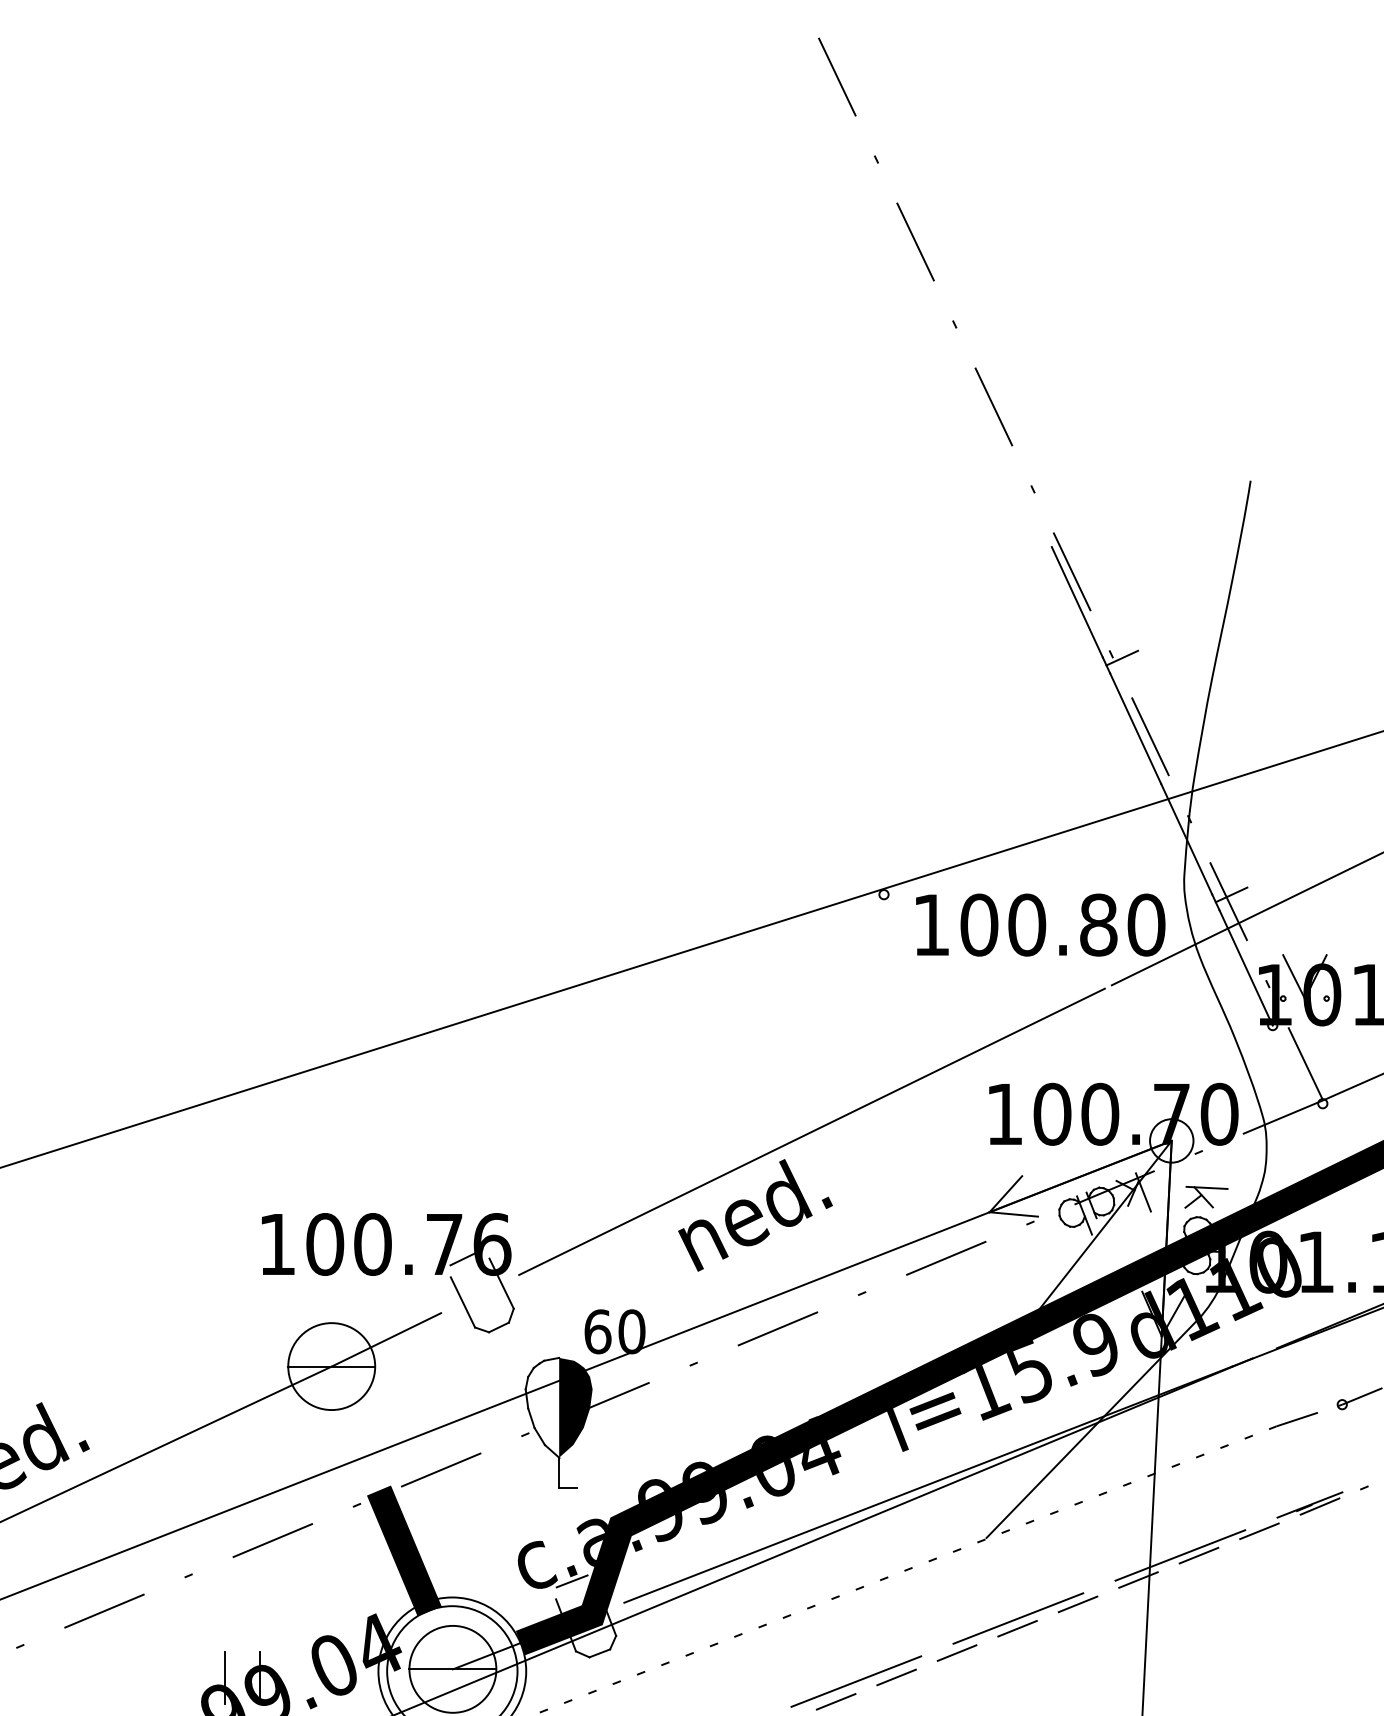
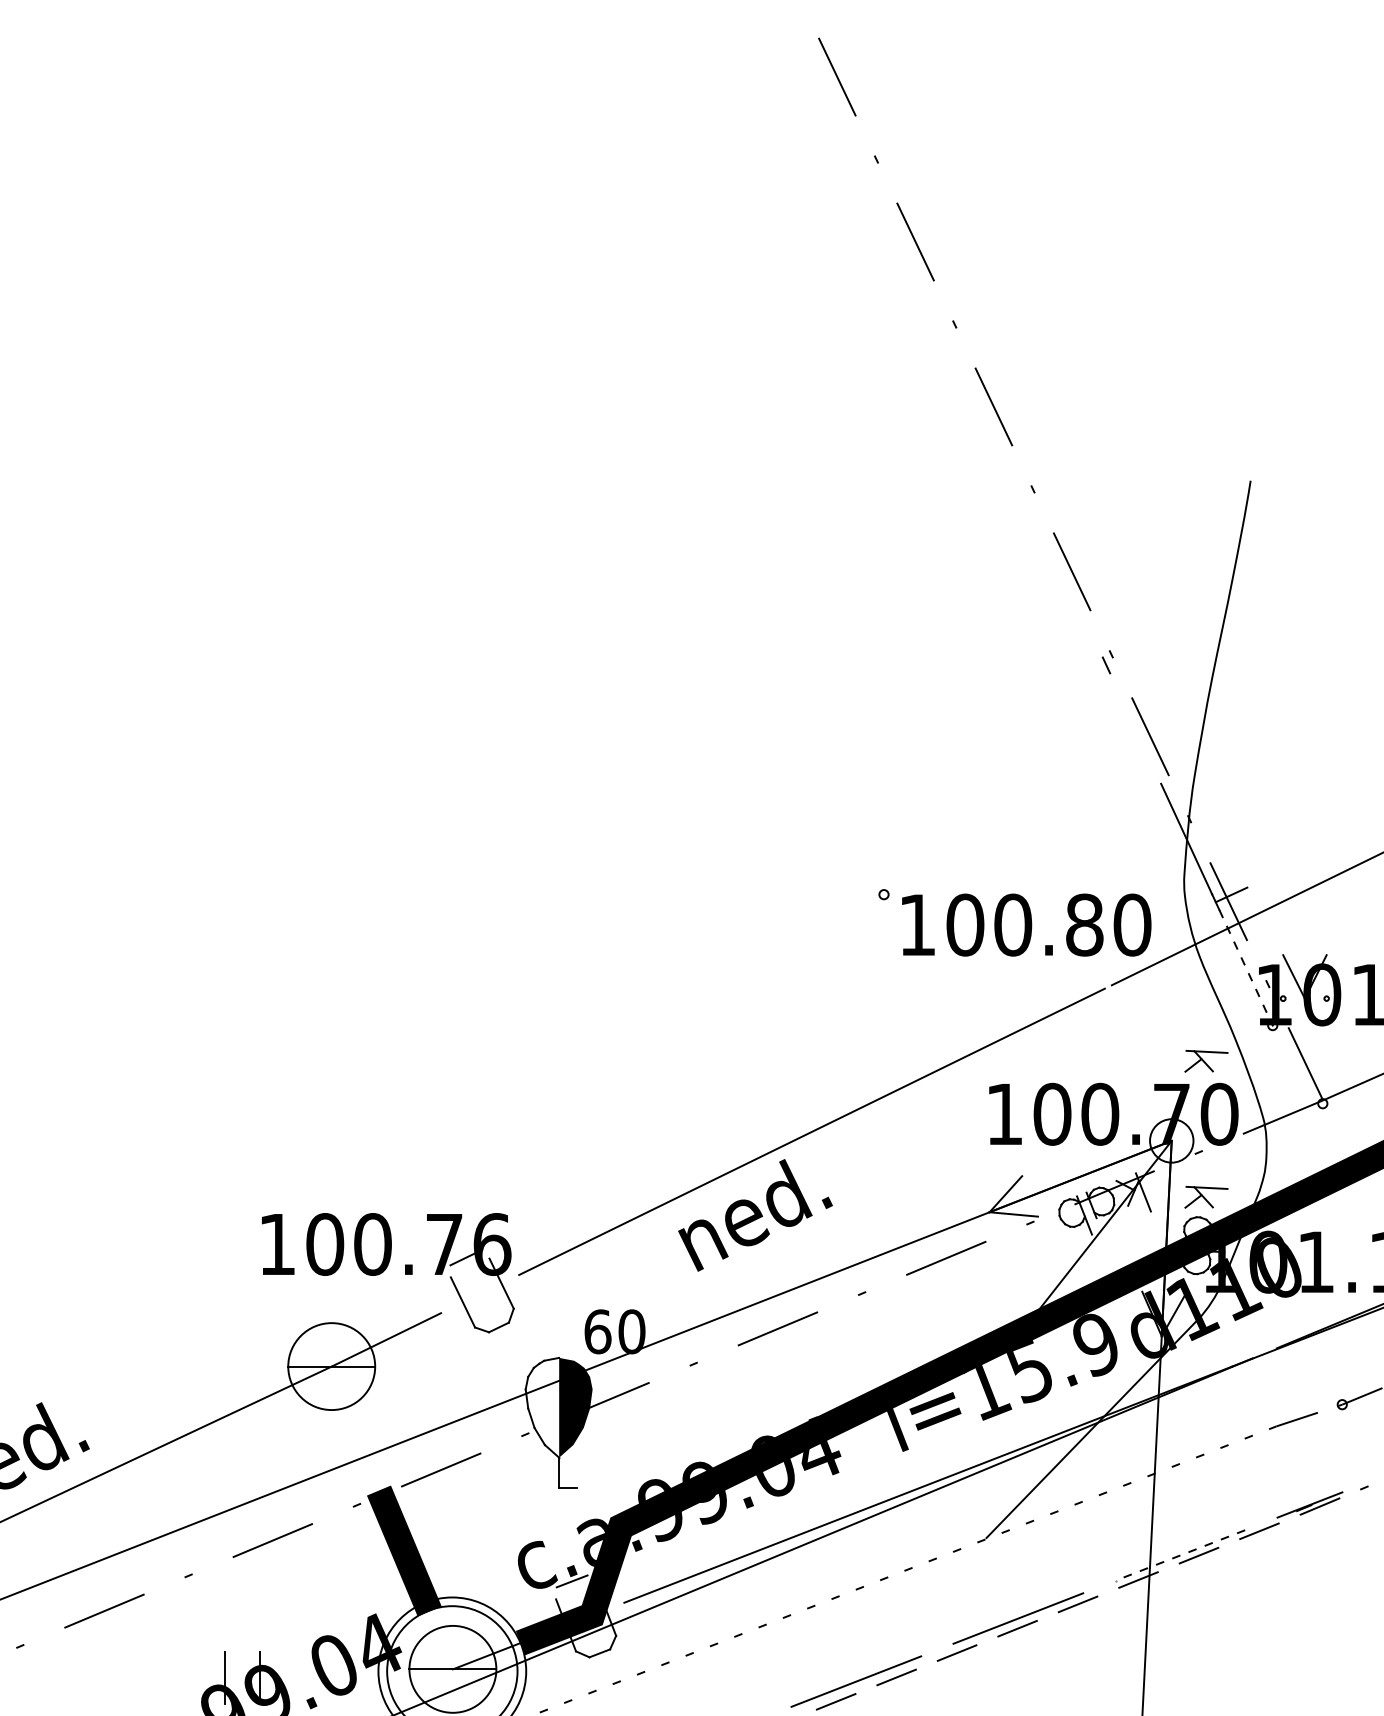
line at (1076, 602): present -> none
line at (1122, 657): present -> none
line at (1135, 728): present -> none
text at (1040, 924) position: (1040, 924) -> (1026, 924)
line at (691, 949): present -> none
line at (1244, 965): solid -> dashed
part at (1206, 1061): none -> present
line at (1180, 1555): solid -> dashed
